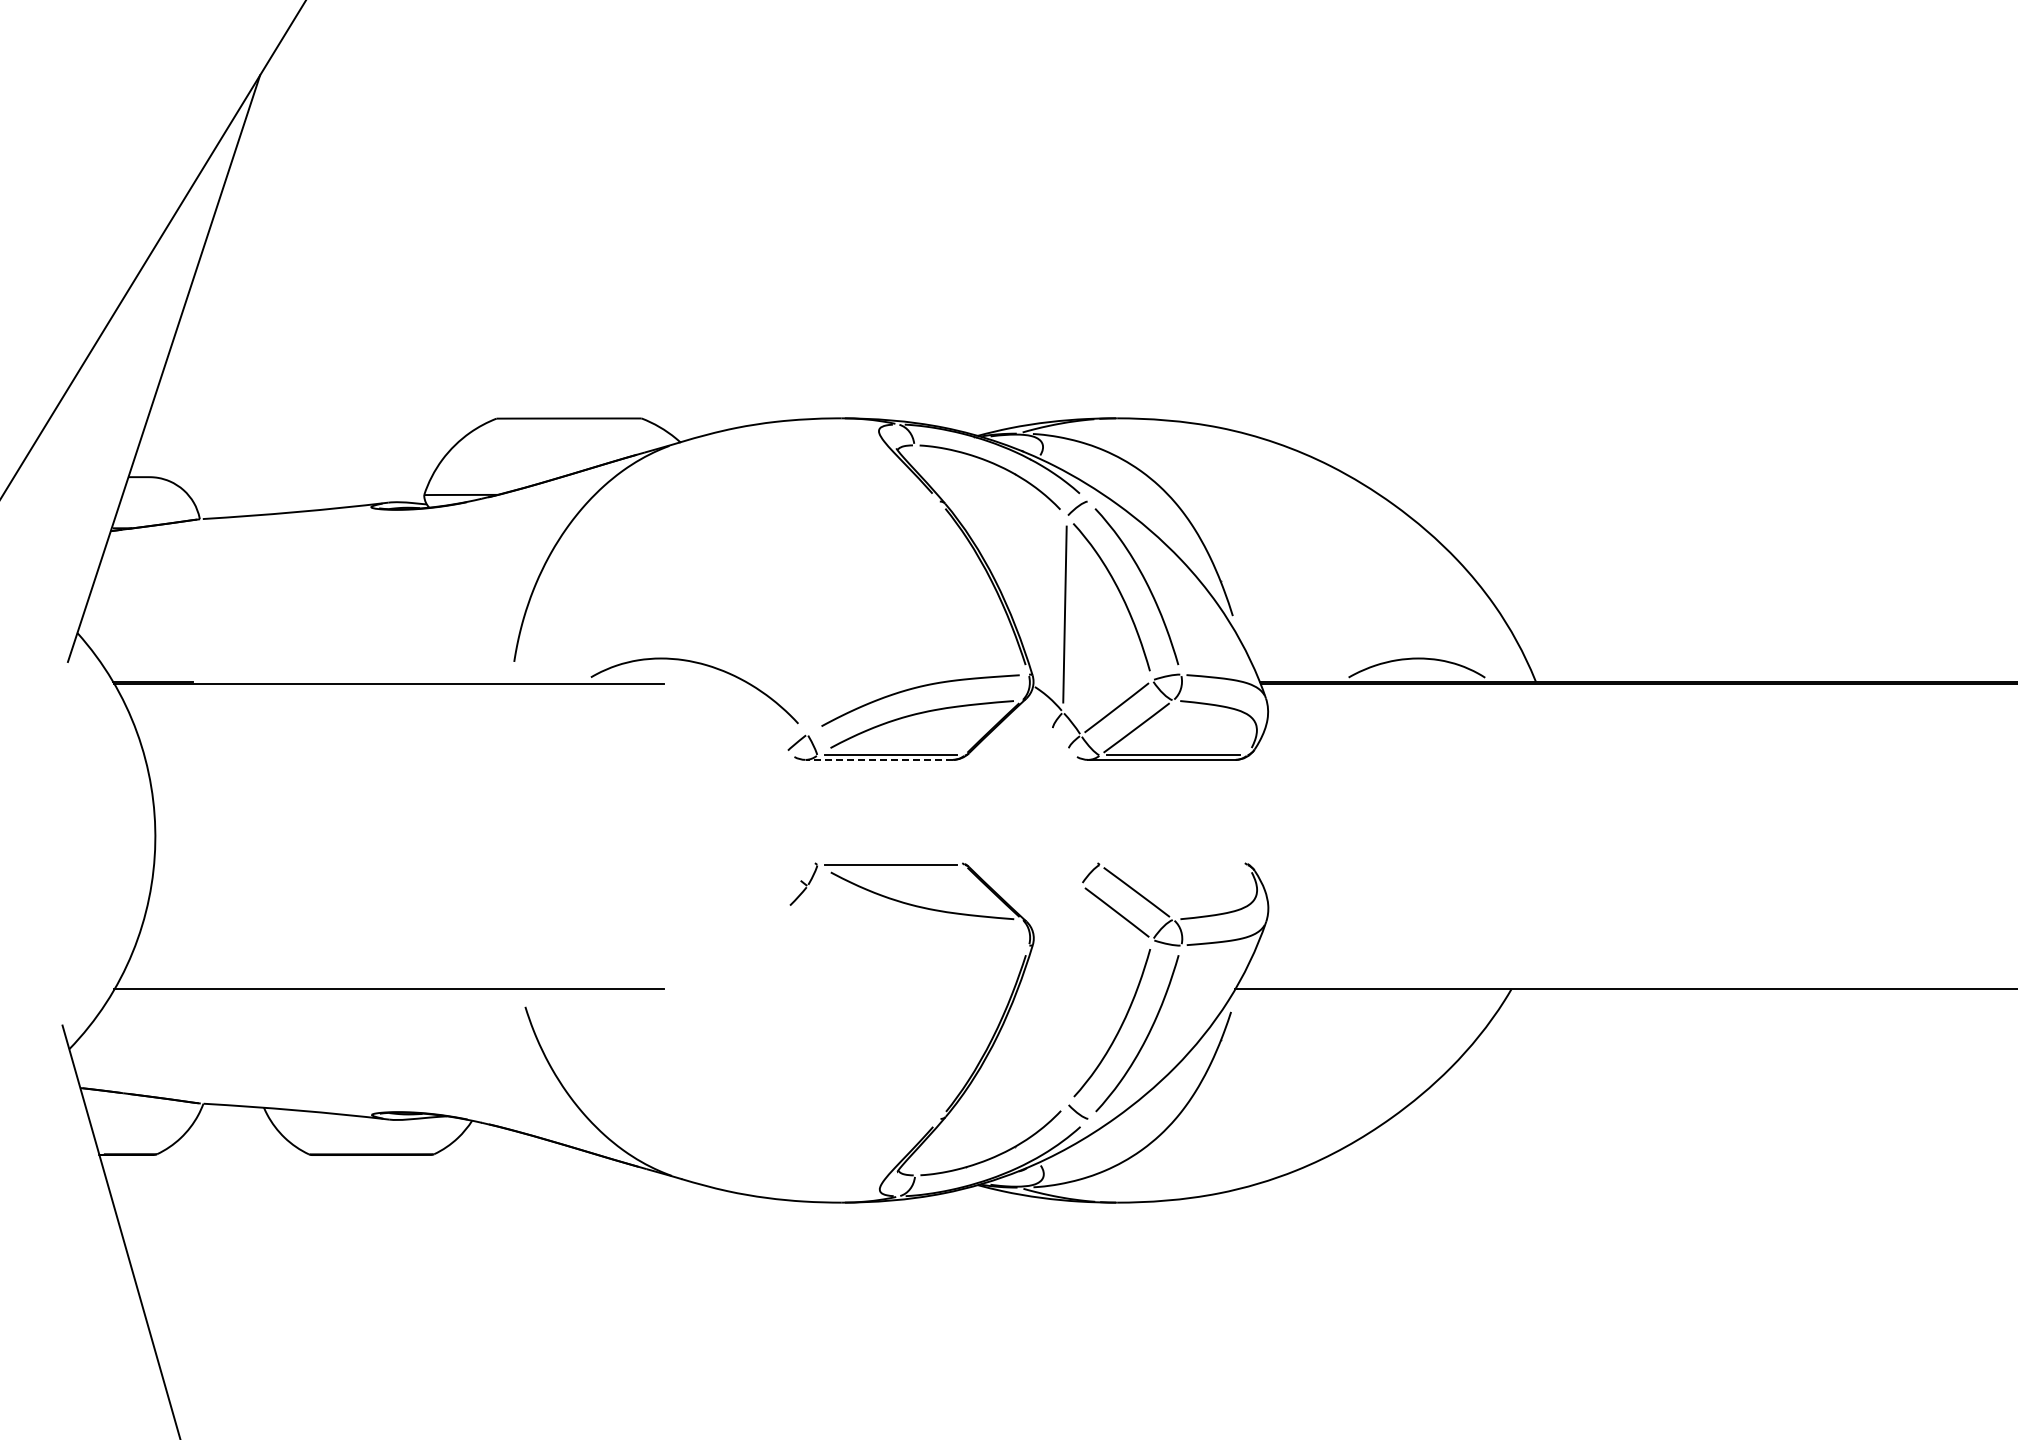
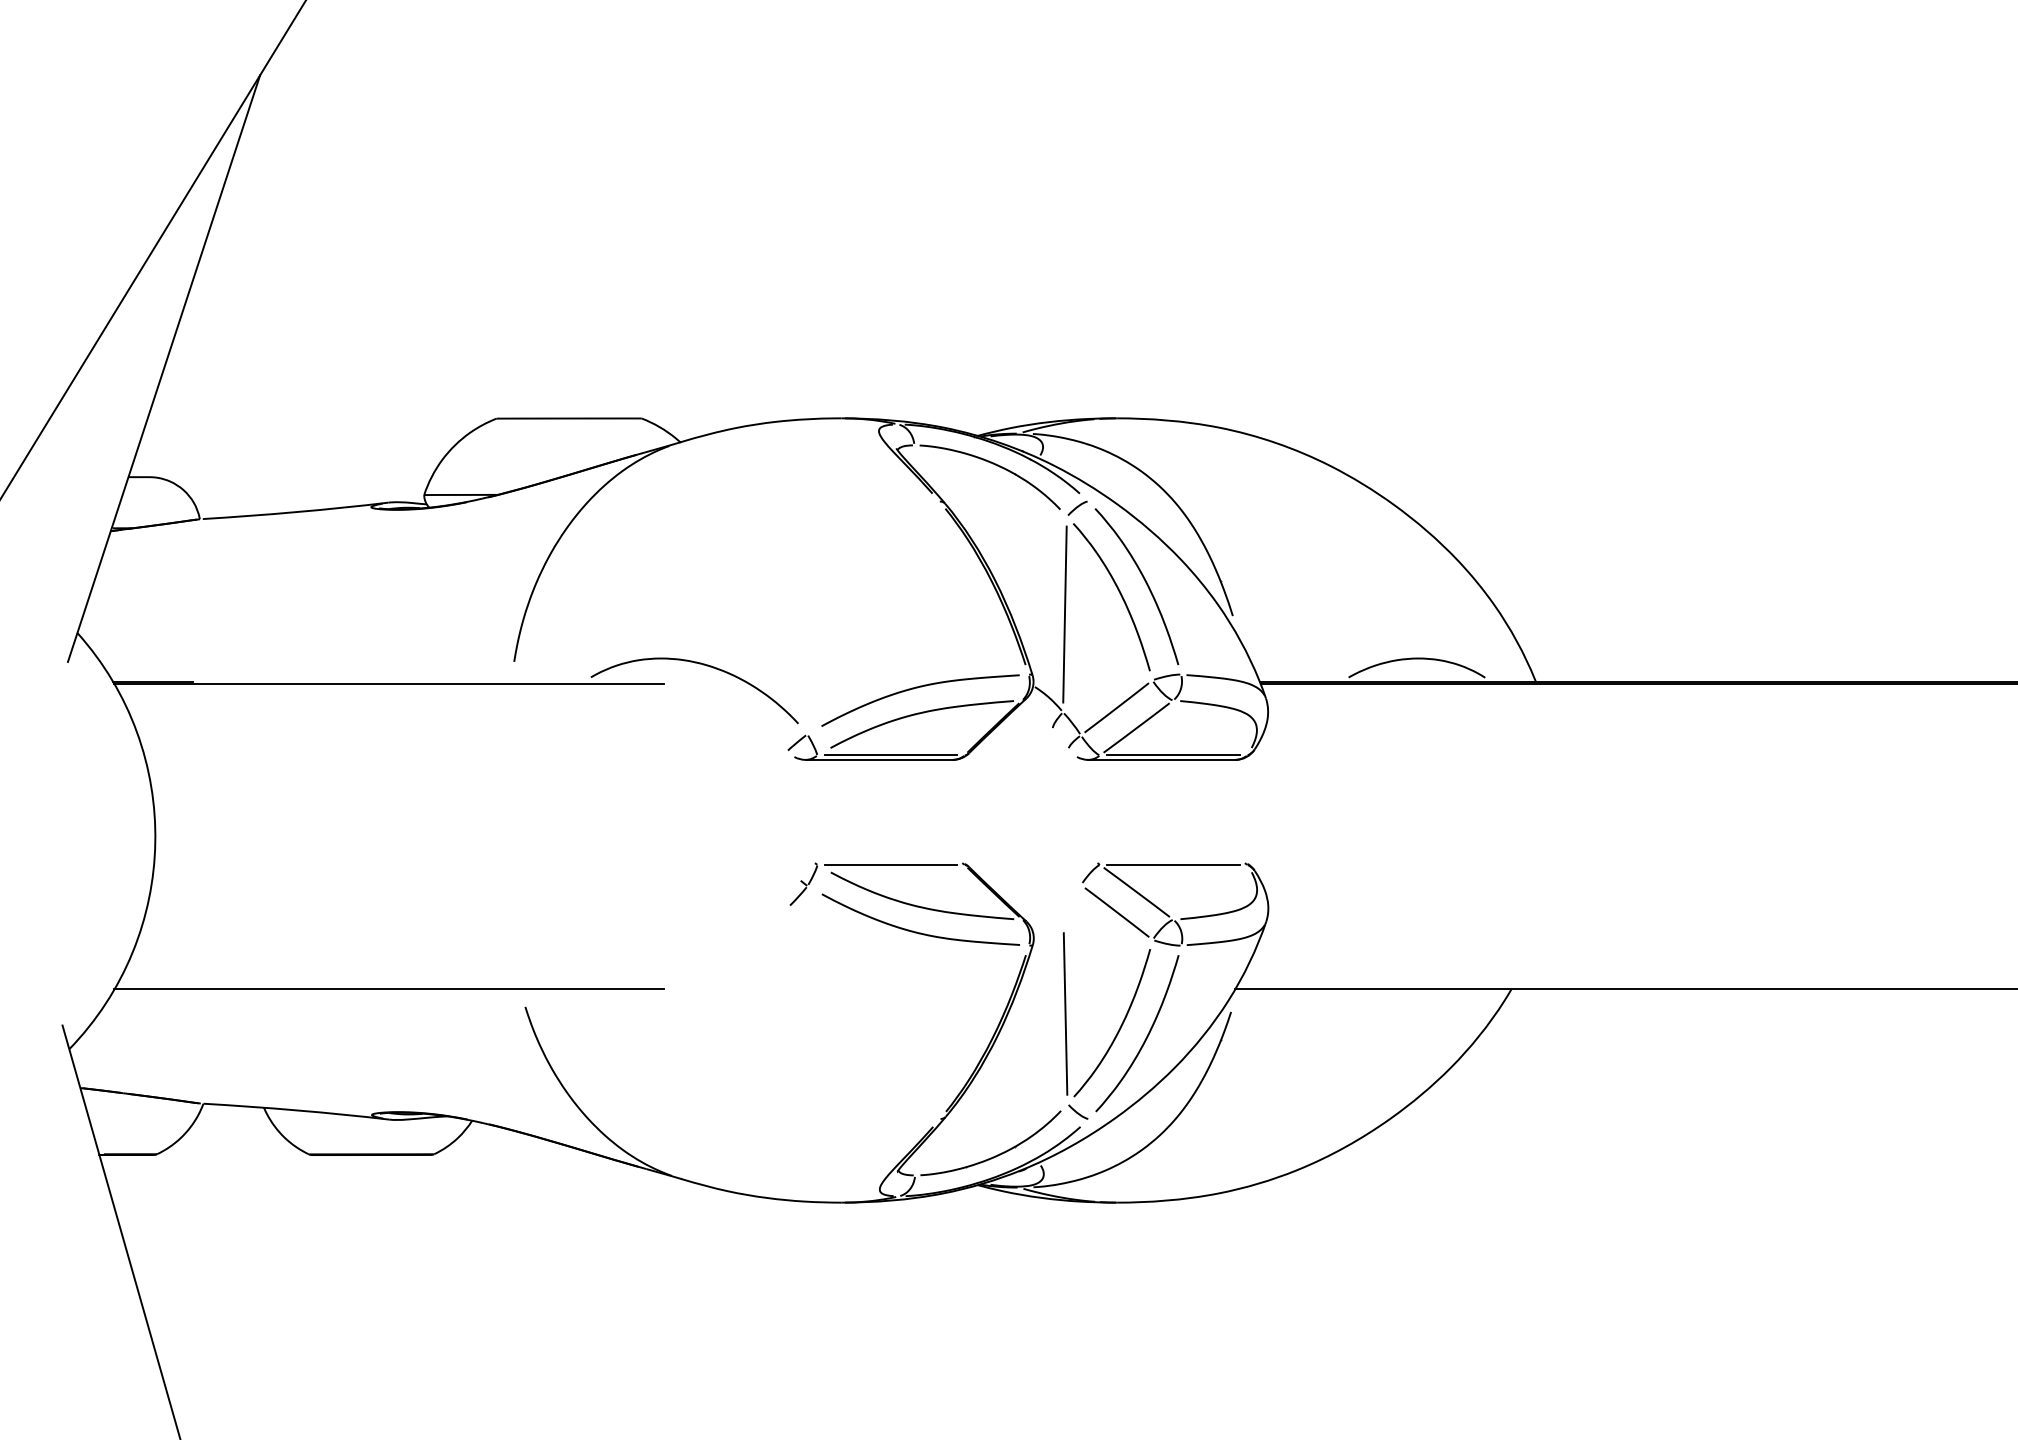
line at (879, 759): dashed -> solid
line at (1173, 864): none -> present
curve at (916, 931): none -> present
line at (1065, 1013): none -> present
